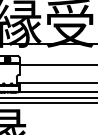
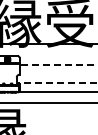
line at (58, 64): solid -> dashed
line at (56, 83): solid -> dashed
line at (48, 98): present -> none
